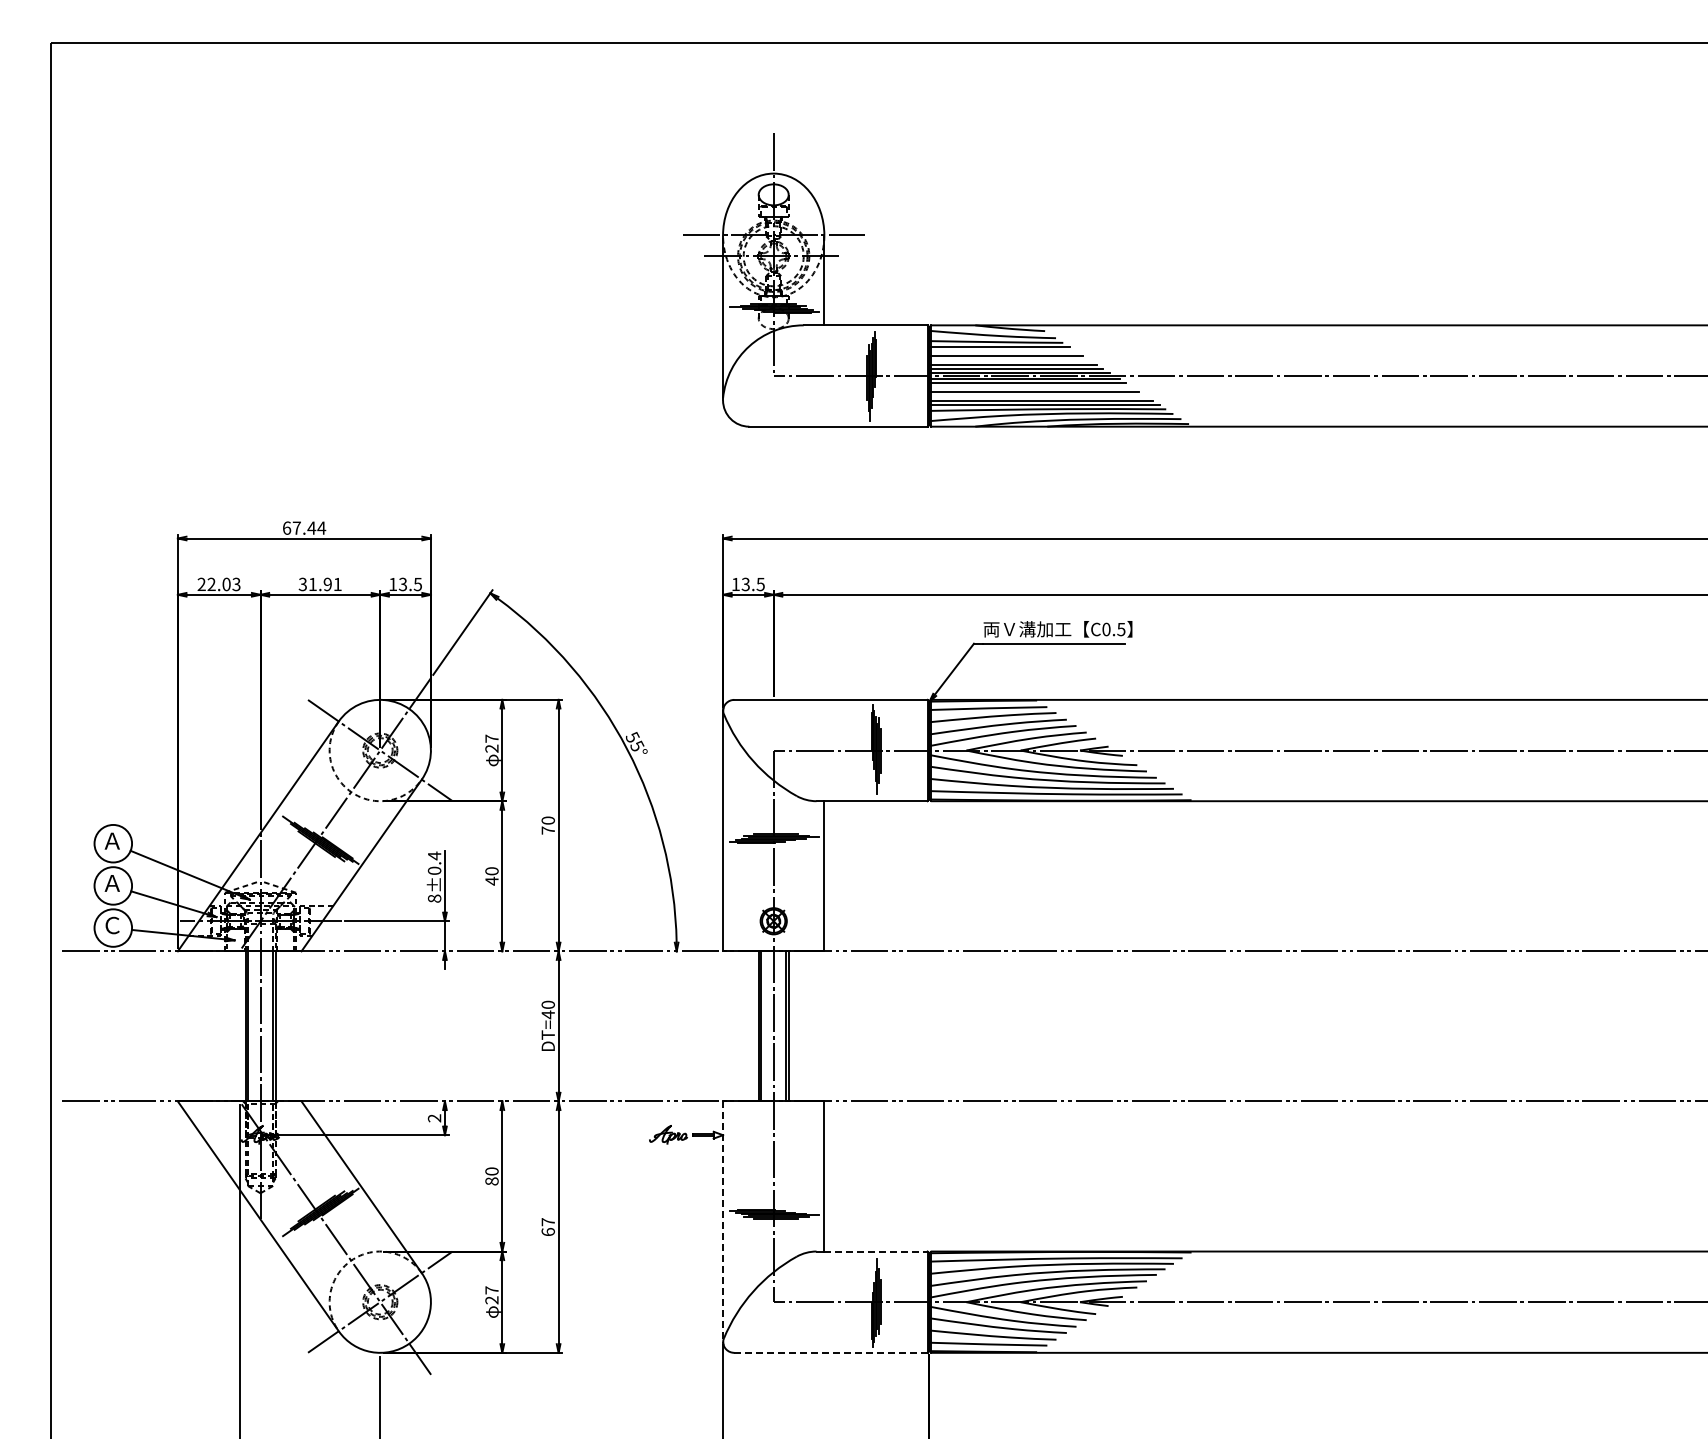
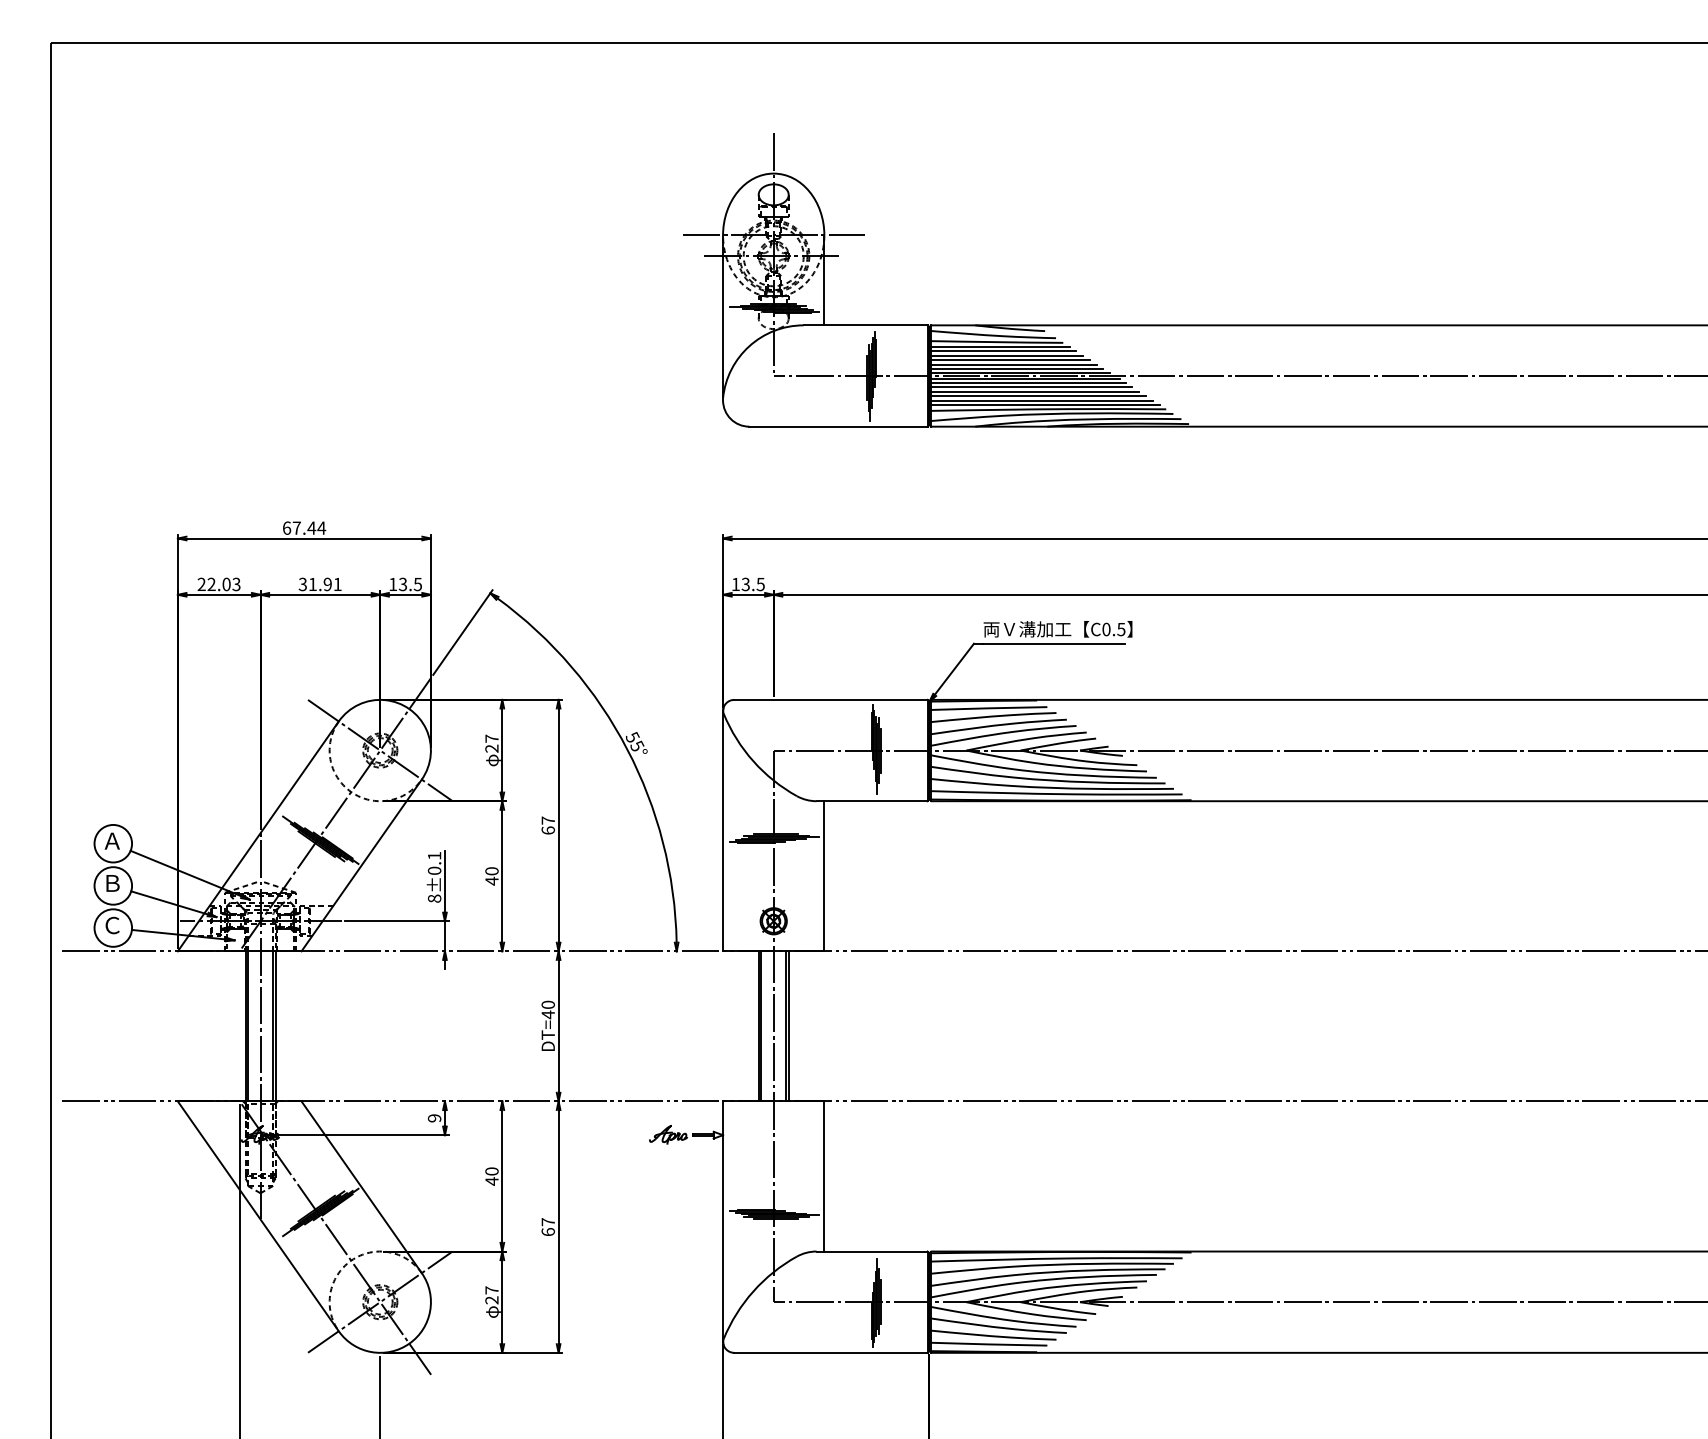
line at (1002, 351): none -> present
line at (1009, 360): none -> present
line at (1030, 387): none -> present
line at (1037, 396): none -> present
text at (547, 825): 70 -> 67
text at (434, 855): 8±0.4 -> 8±0.1
text at (111, 883): Ａ -> Ｂ
text at (434, 1118): 2 -> 9
text at (491, 1181): 80 -> 40
line at (723, 1222): dashed -> solid
line at (875, 1251): dashed -> solid
line at (830, 1352): dashed -> solid
